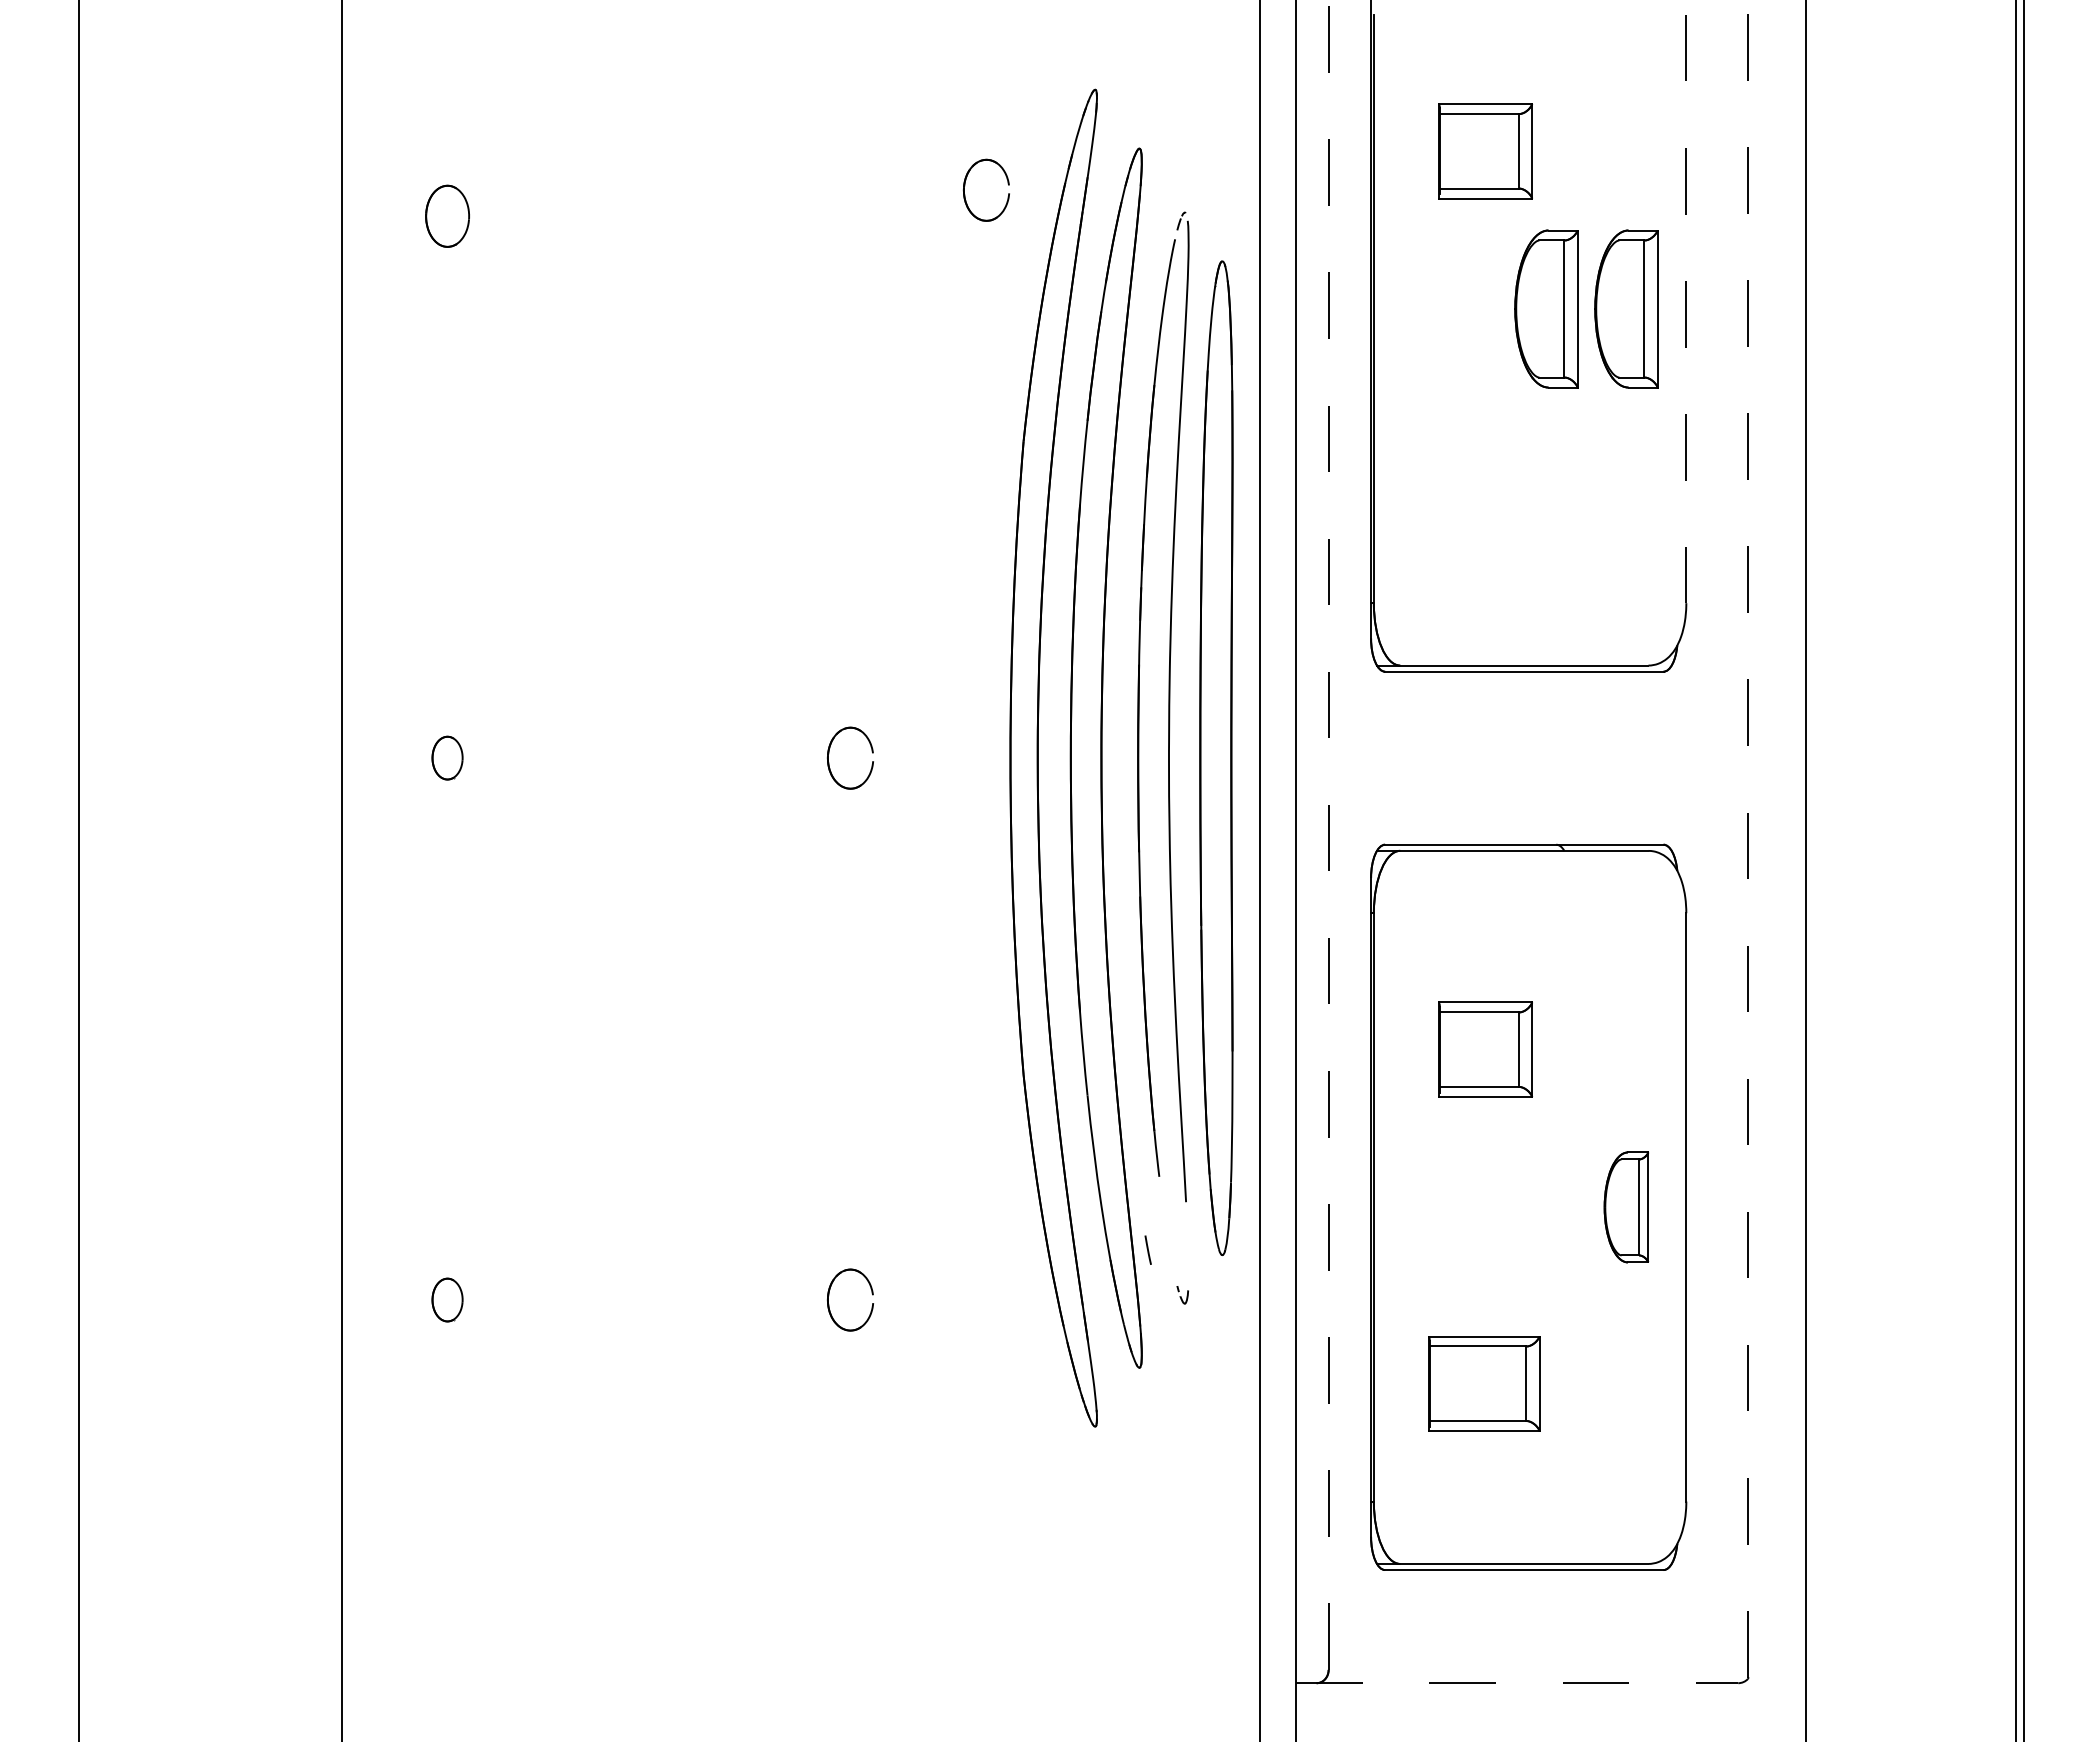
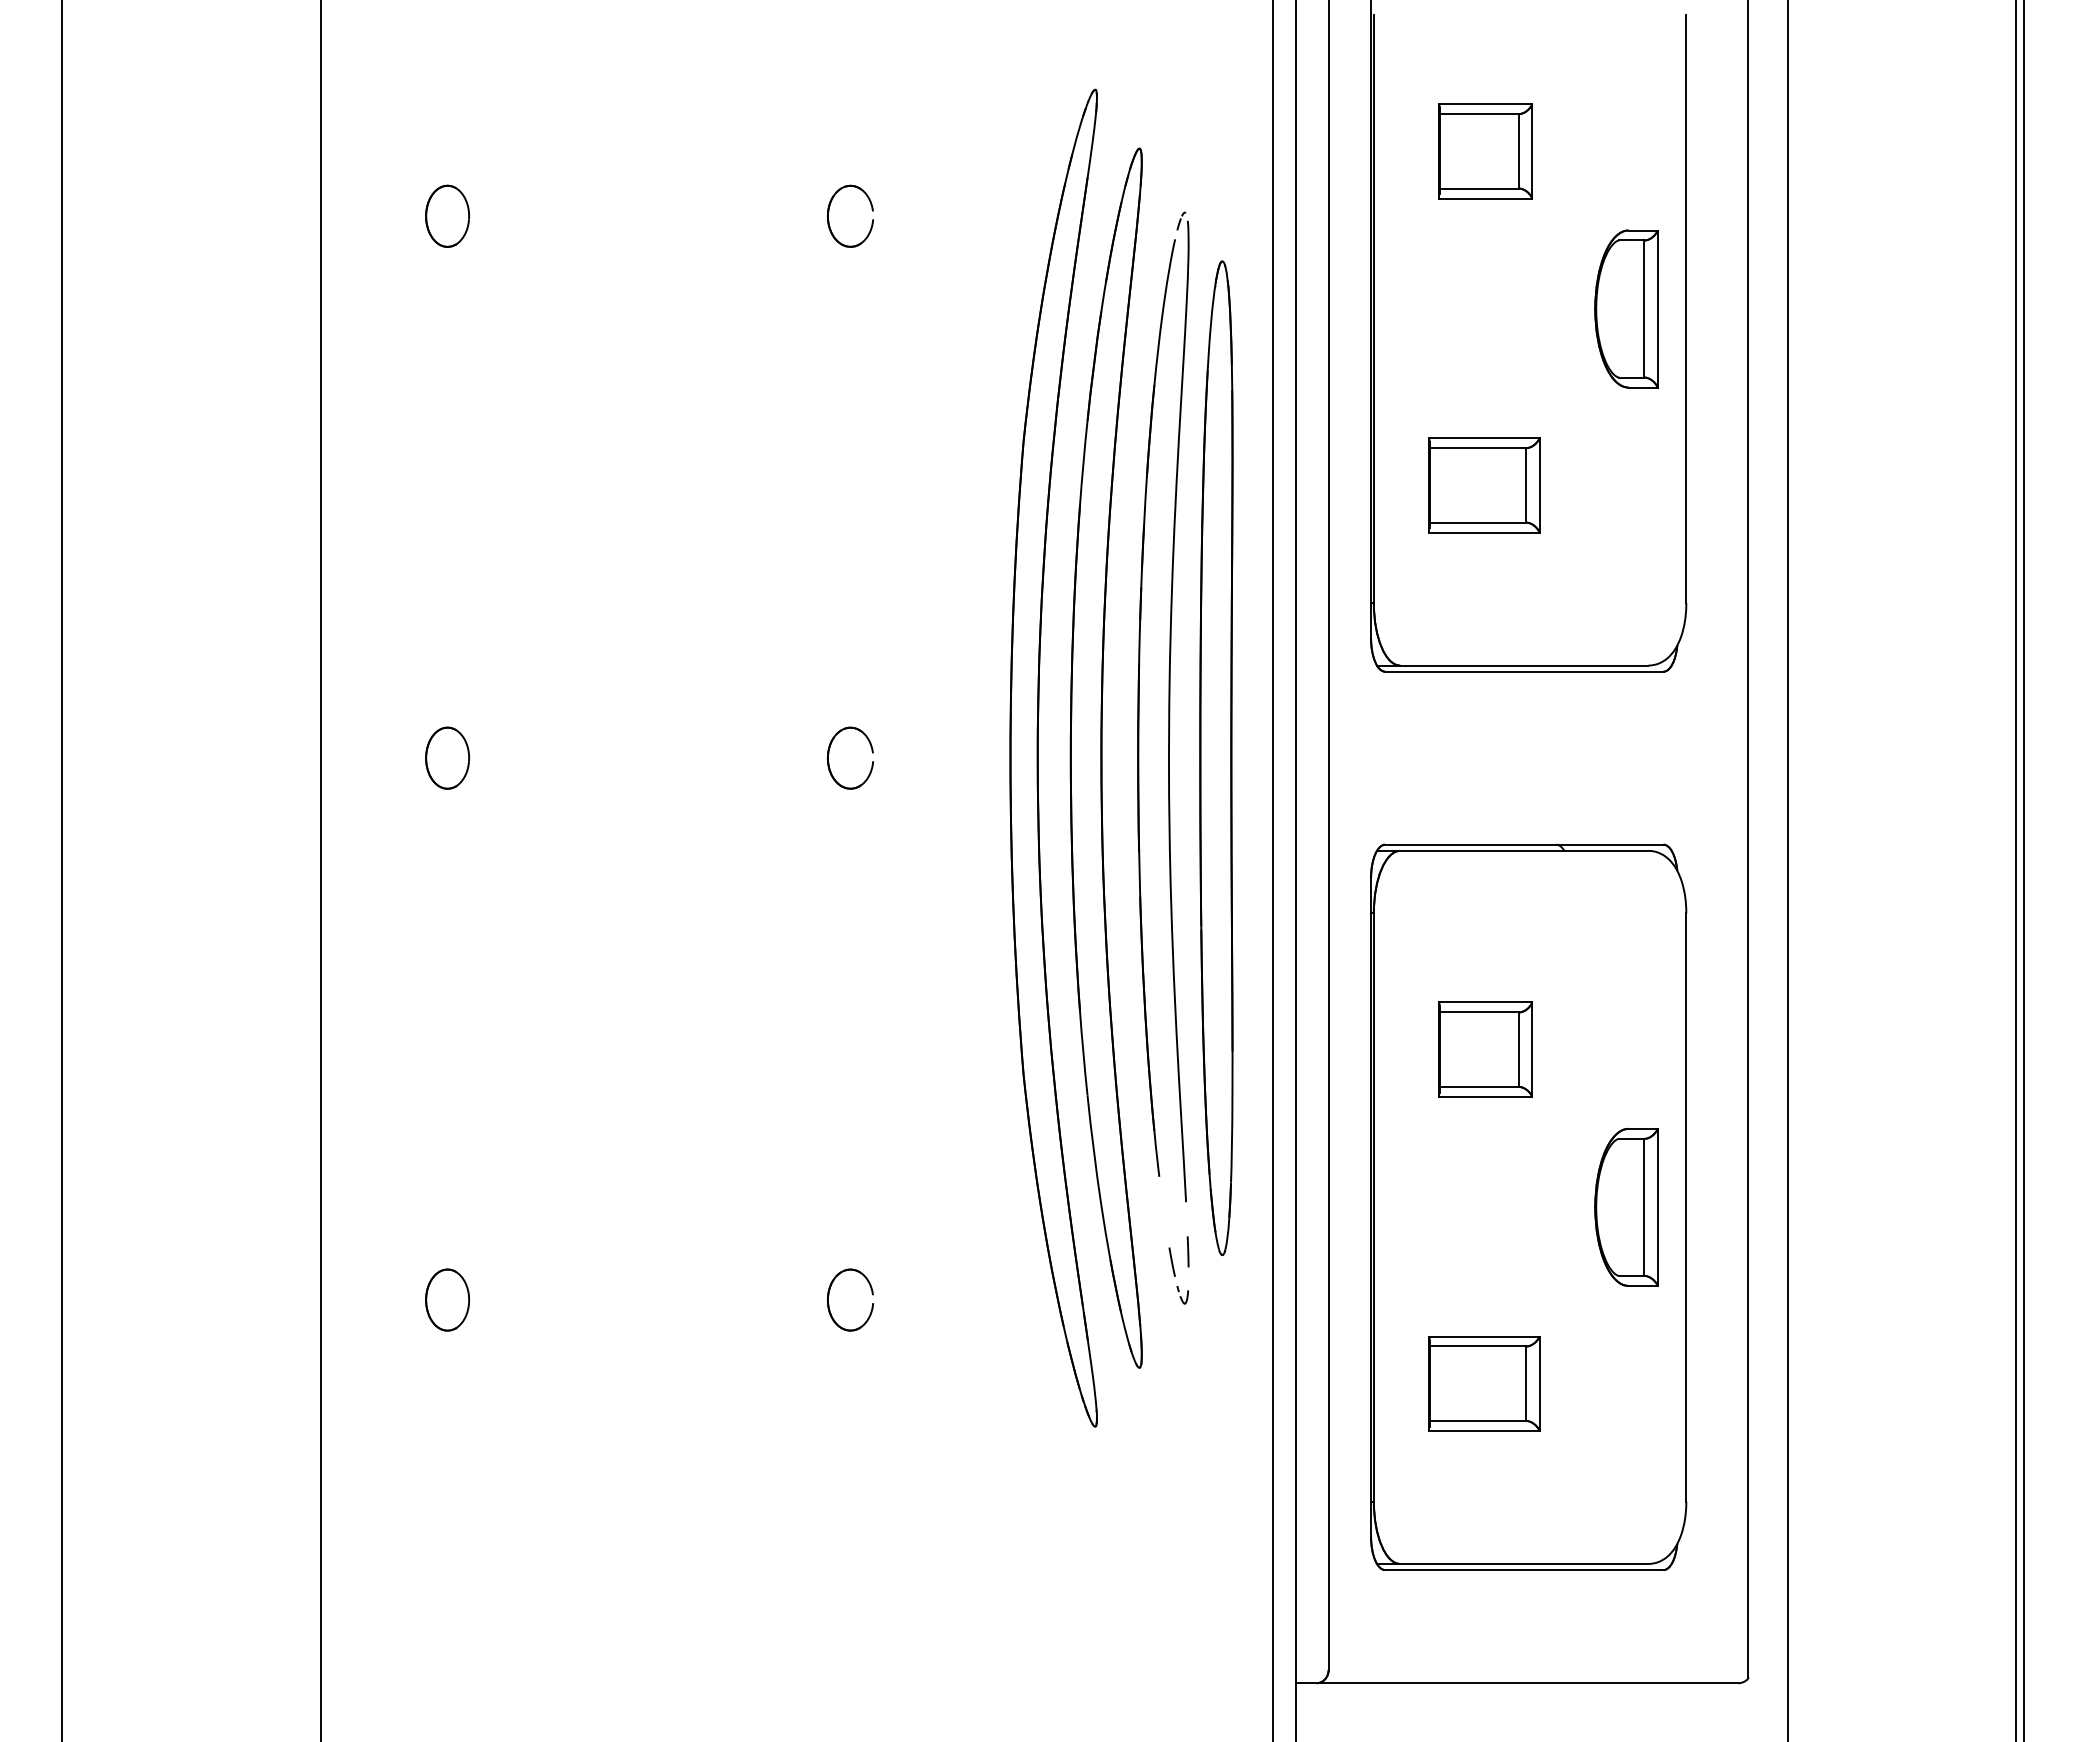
part at (965, 186) position: (965, 186) -> (829, 212)
part at (1546, 308): present -> none
line at (1686, 309): dashed -> solid
part at (1484, 485): none -> present
part at (447, 757) size: 33x46 px -> 45x64 px
line at (1328, 835): dashed -> solid
line at (1748, 838): dashed -> solid
line at (79, 870) position: (79, 870) -> (62, 870)
line at (341, 870) position: (341, 870) -> (320, 870)
line at (1260, 870) position: (1260, 870) -> (1273, 870)
line at (1806, 870) position: (1806, 870) -> (1788, 870)
part at (1626, 1207) size: 47x113 px -> 65x159 px
line at (1147, 1249) position: (1147, 1249) -> (1171, 1261)
line at (1187, 1251): none -> present
part at (447, 1299) size: 33x46 px -> 45x64 px
line at (1517, 1683): dashed -> solid
